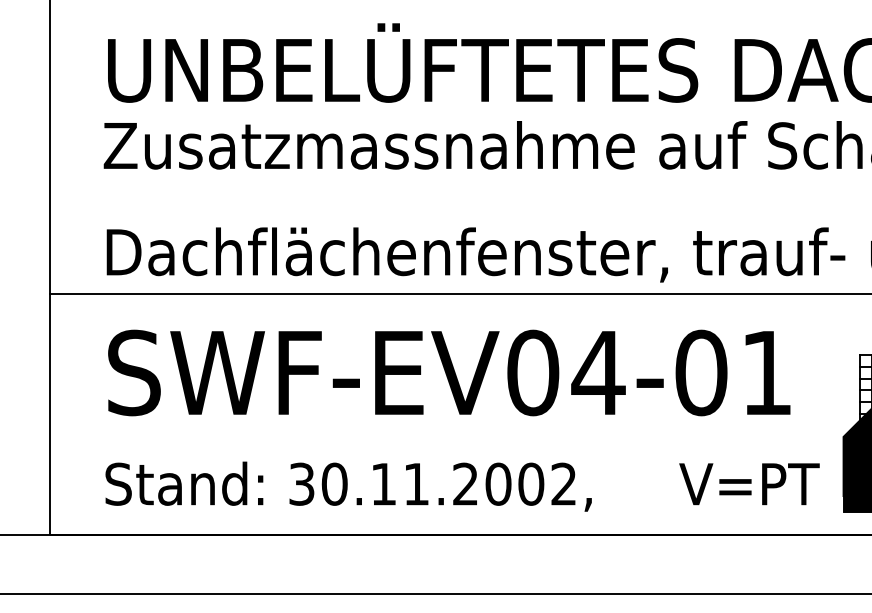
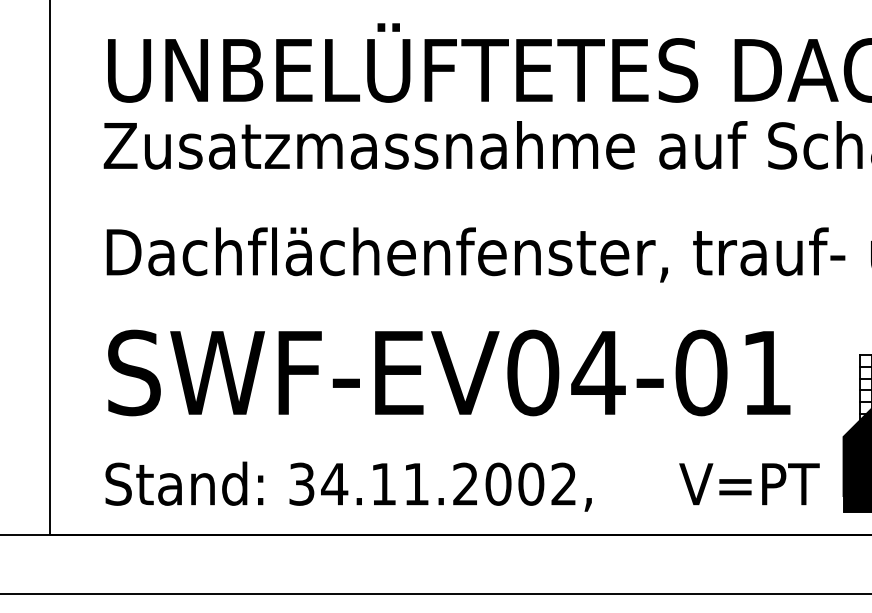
line at (459, 294): present -> none
text at (334, 483): 30.11.2002, -> 34.11.2002,
